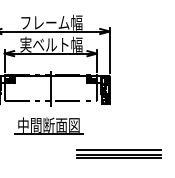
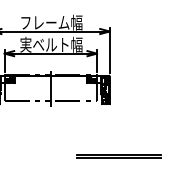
part at (48, 125): present -> none
line at (118, 149): present -> none
